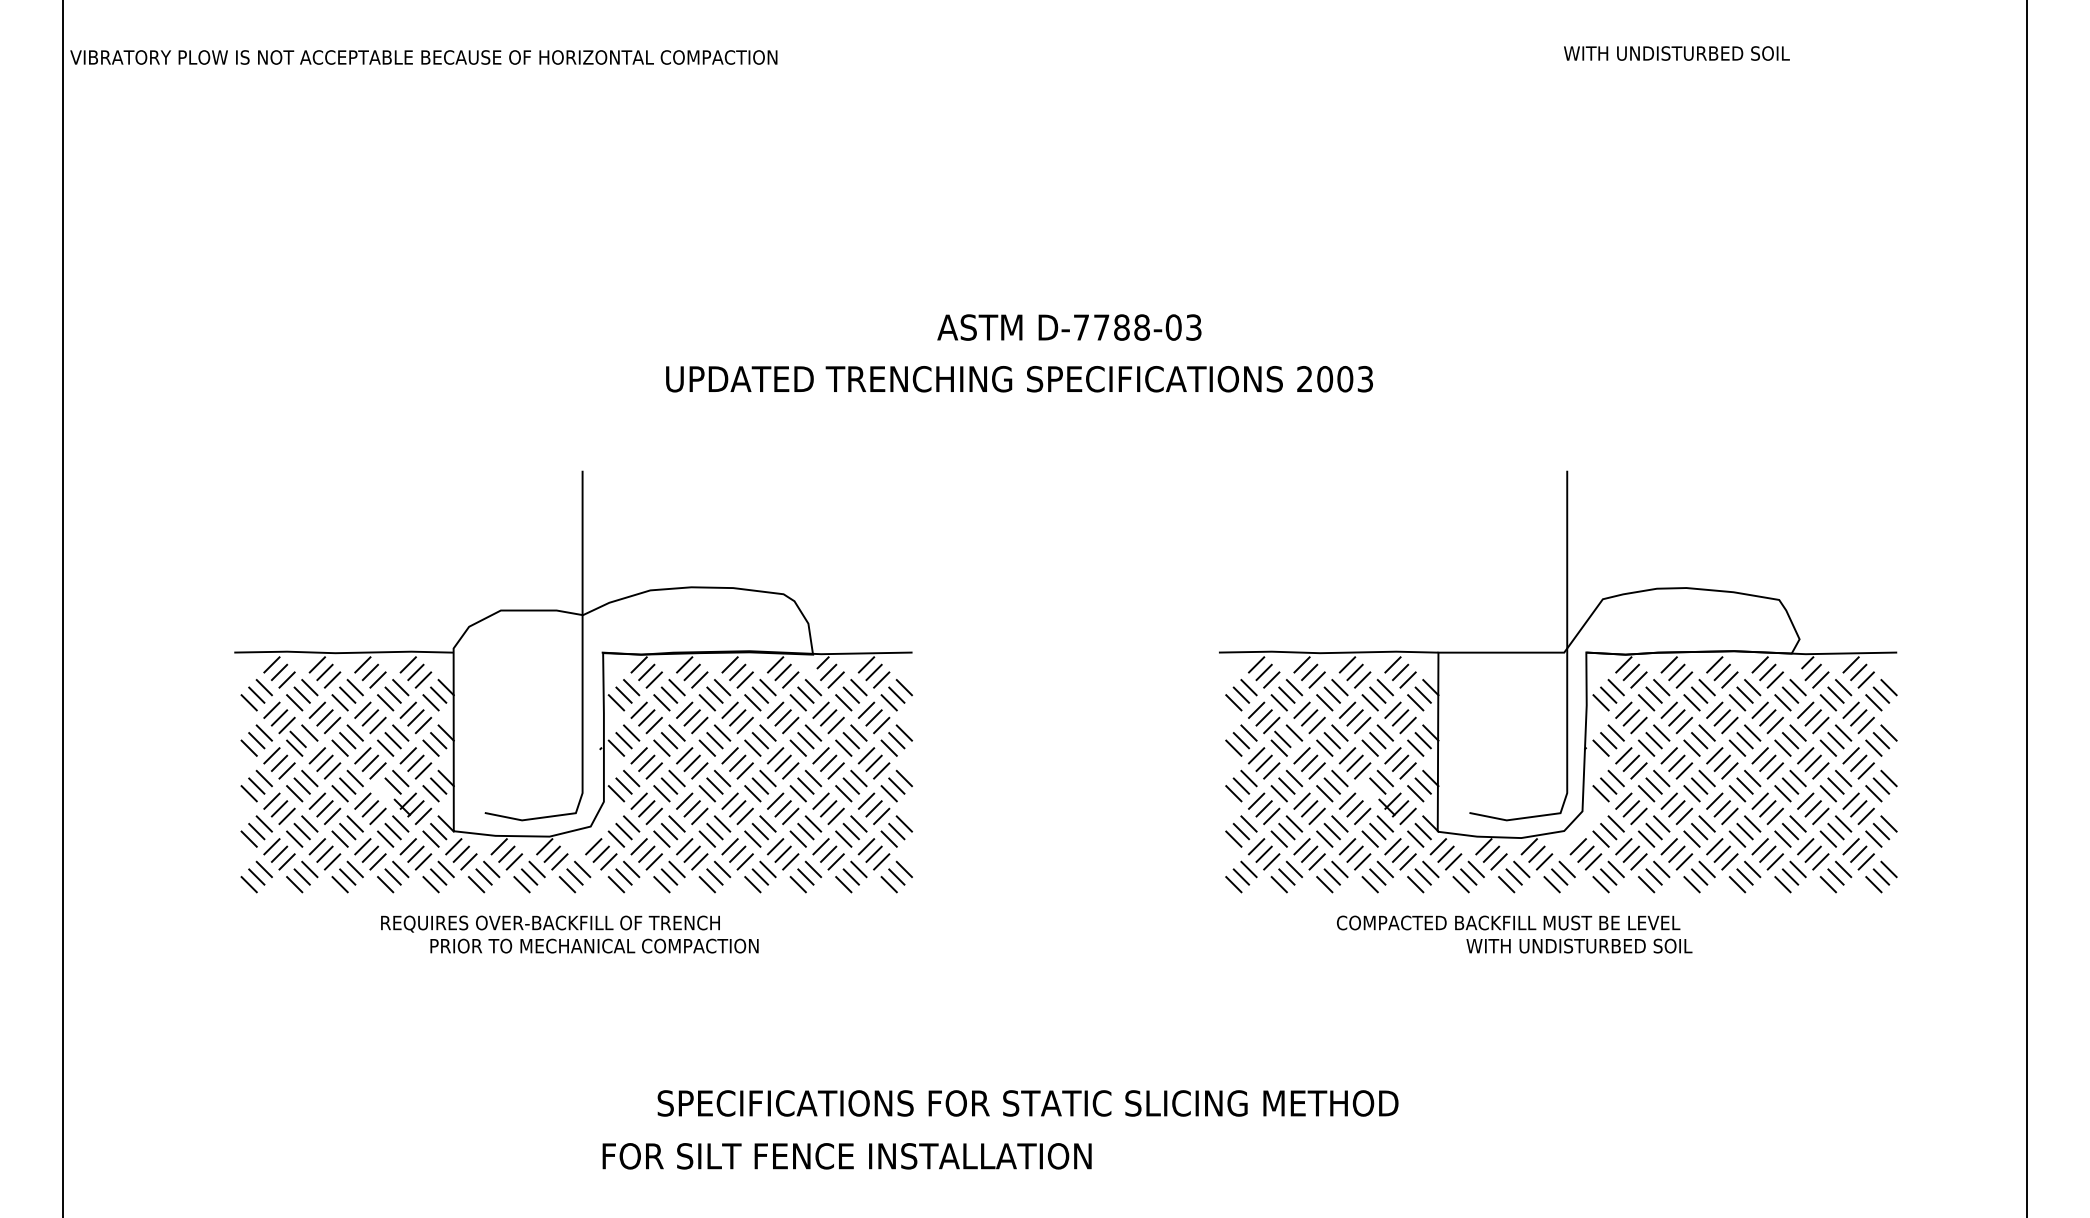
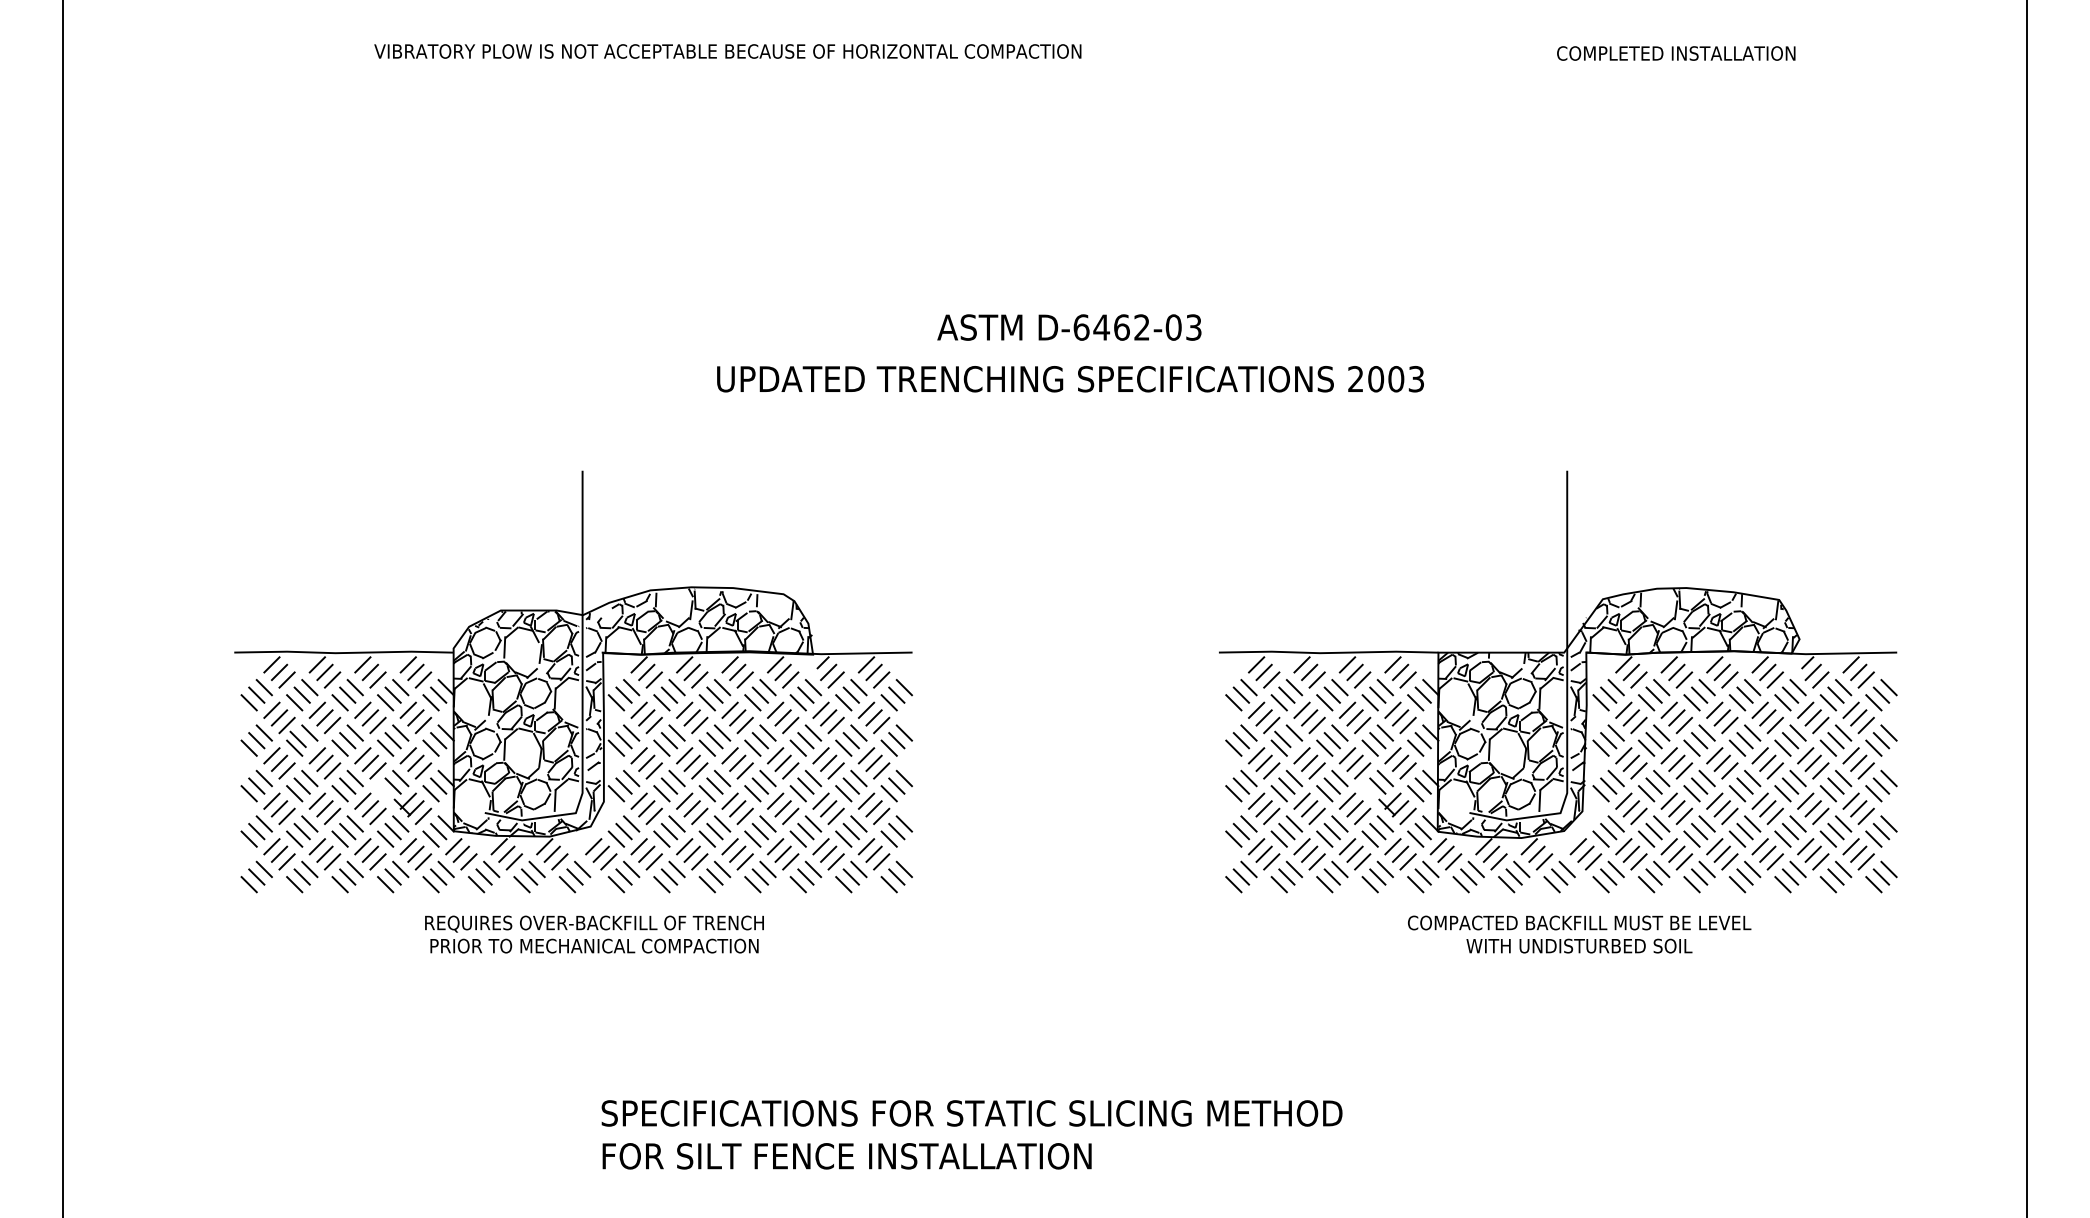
text at (1676, 53): WITH UNDISTURBED SOIL -> COMPLETED INSTALLATION
text at (423, 57) position: (423, 57) -> (727, 51)
text at (1111, 327): D-7788-03 -> D-6462-03
text at (1019, 379) position: (1019, 379) -> (1070, 379)
hatch at (632, 712): none -> present
hatch at (1617, 712): none -> present
text at (1508, 922) position: (1508, 922) -> (1579, 922)
text at (550, 923) position: (550, 923) -> (594, 923)
text at (1027, 1103) position: (1027, 1103) -> (971, 1113)
